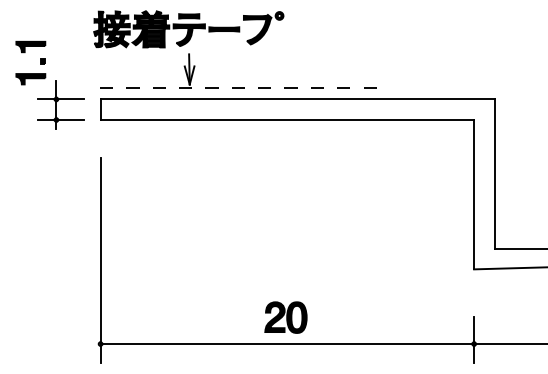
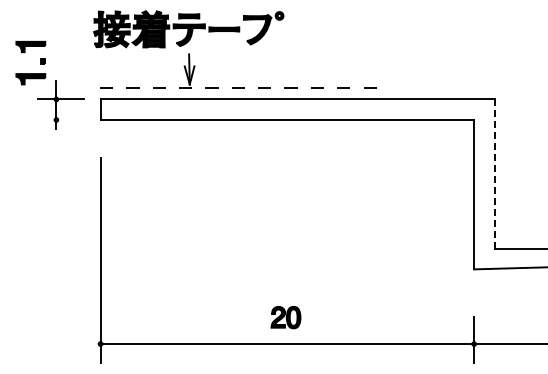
line at (60, 120): present -> none
line at (494, 174): solid -> dashed
part at (285, 317) size: 44x33 px -> 32x24 px
